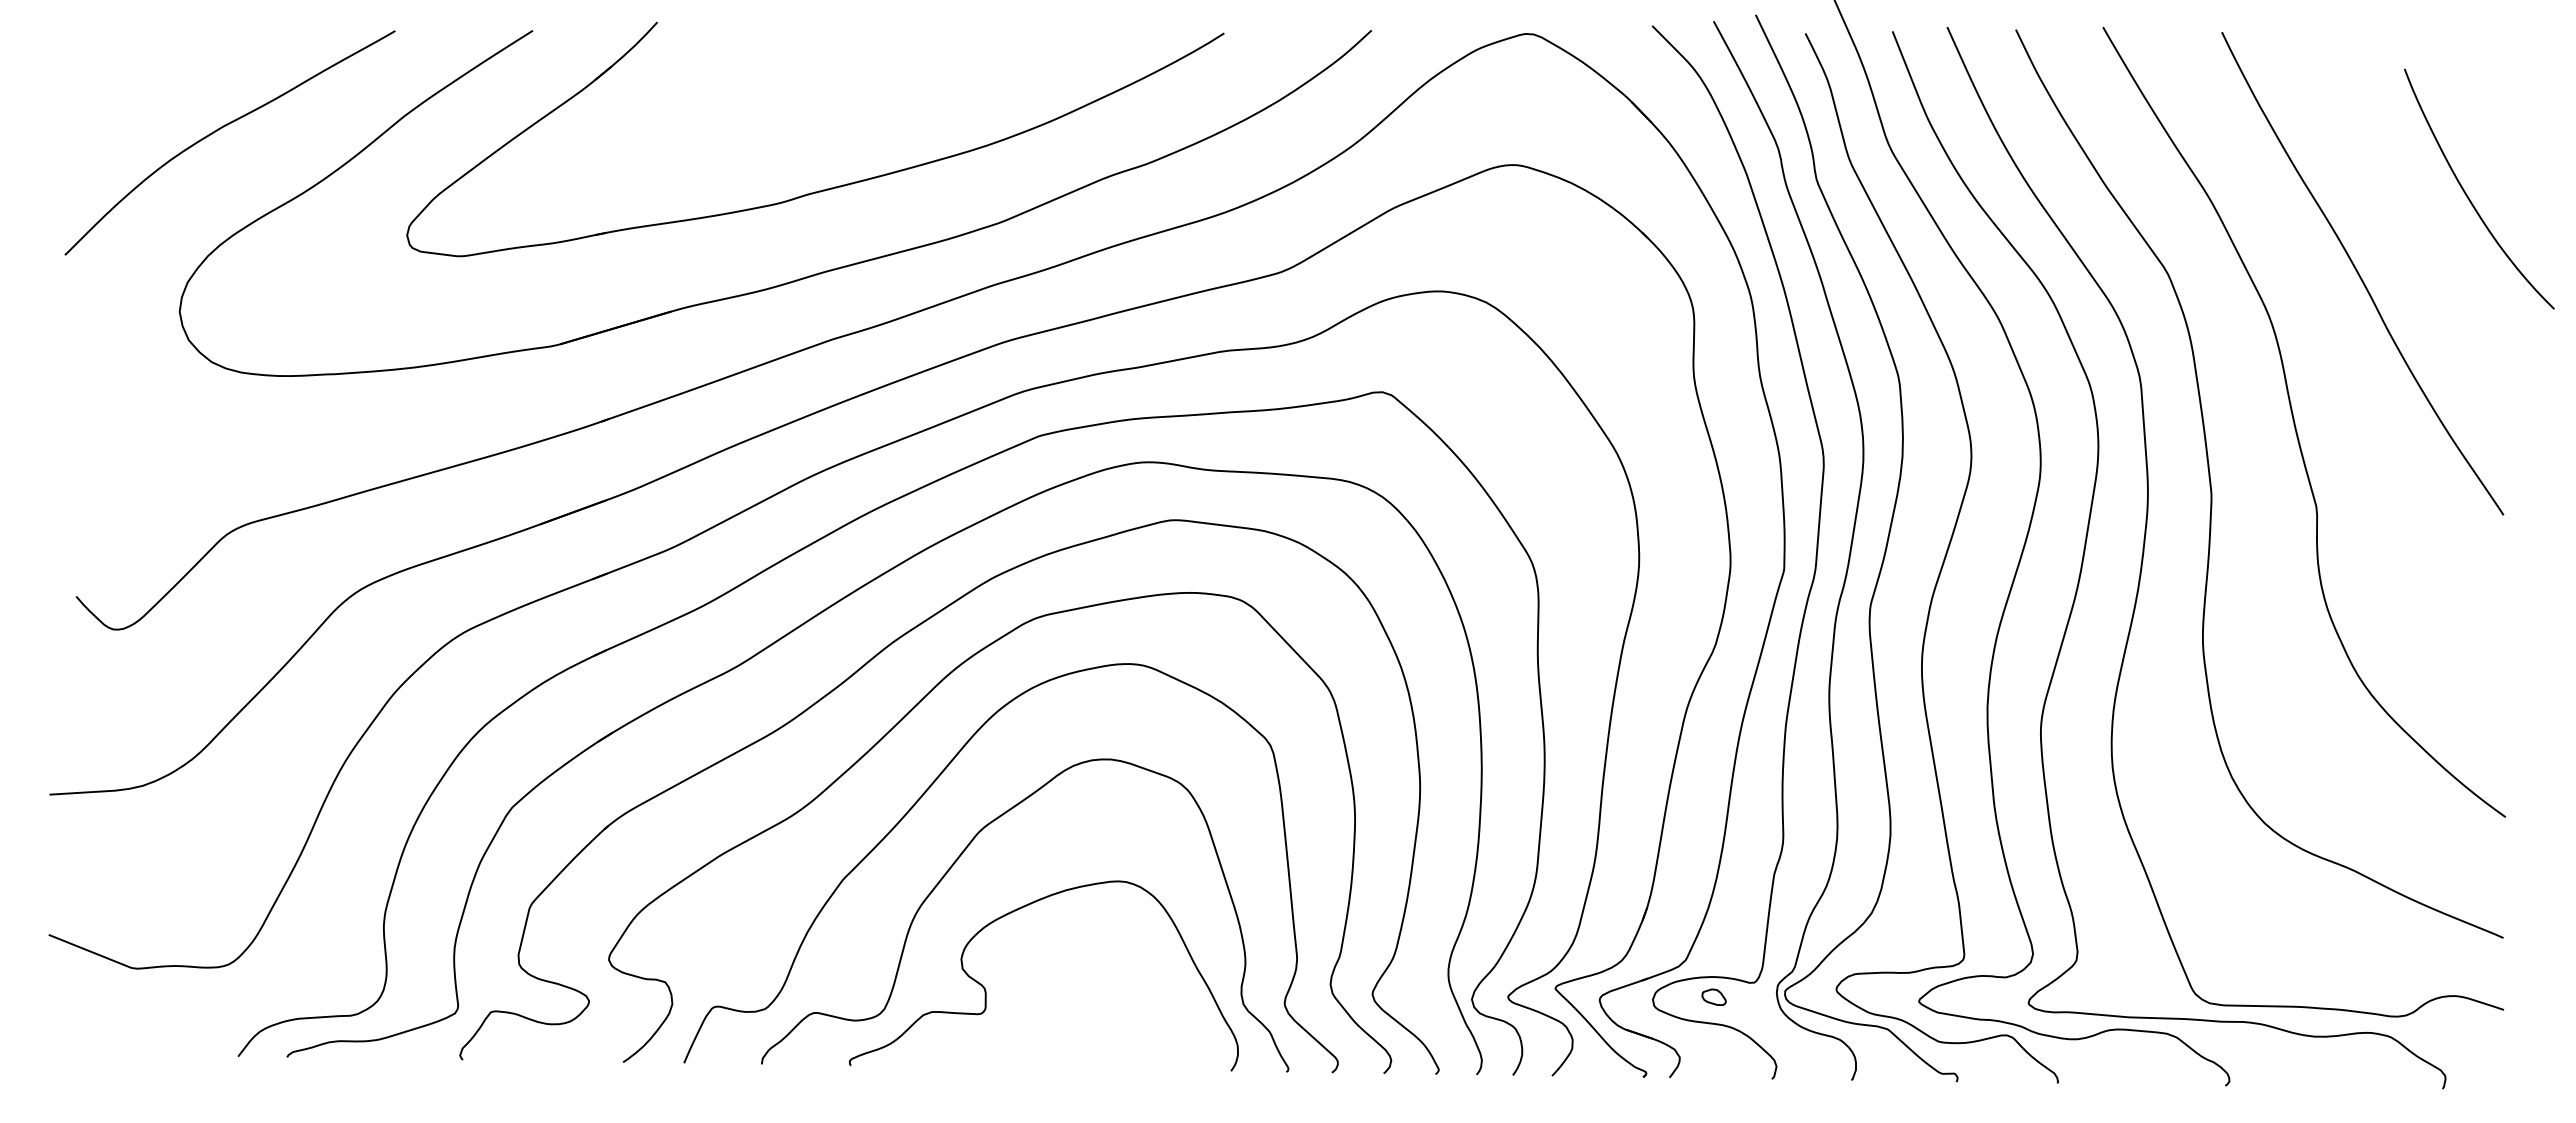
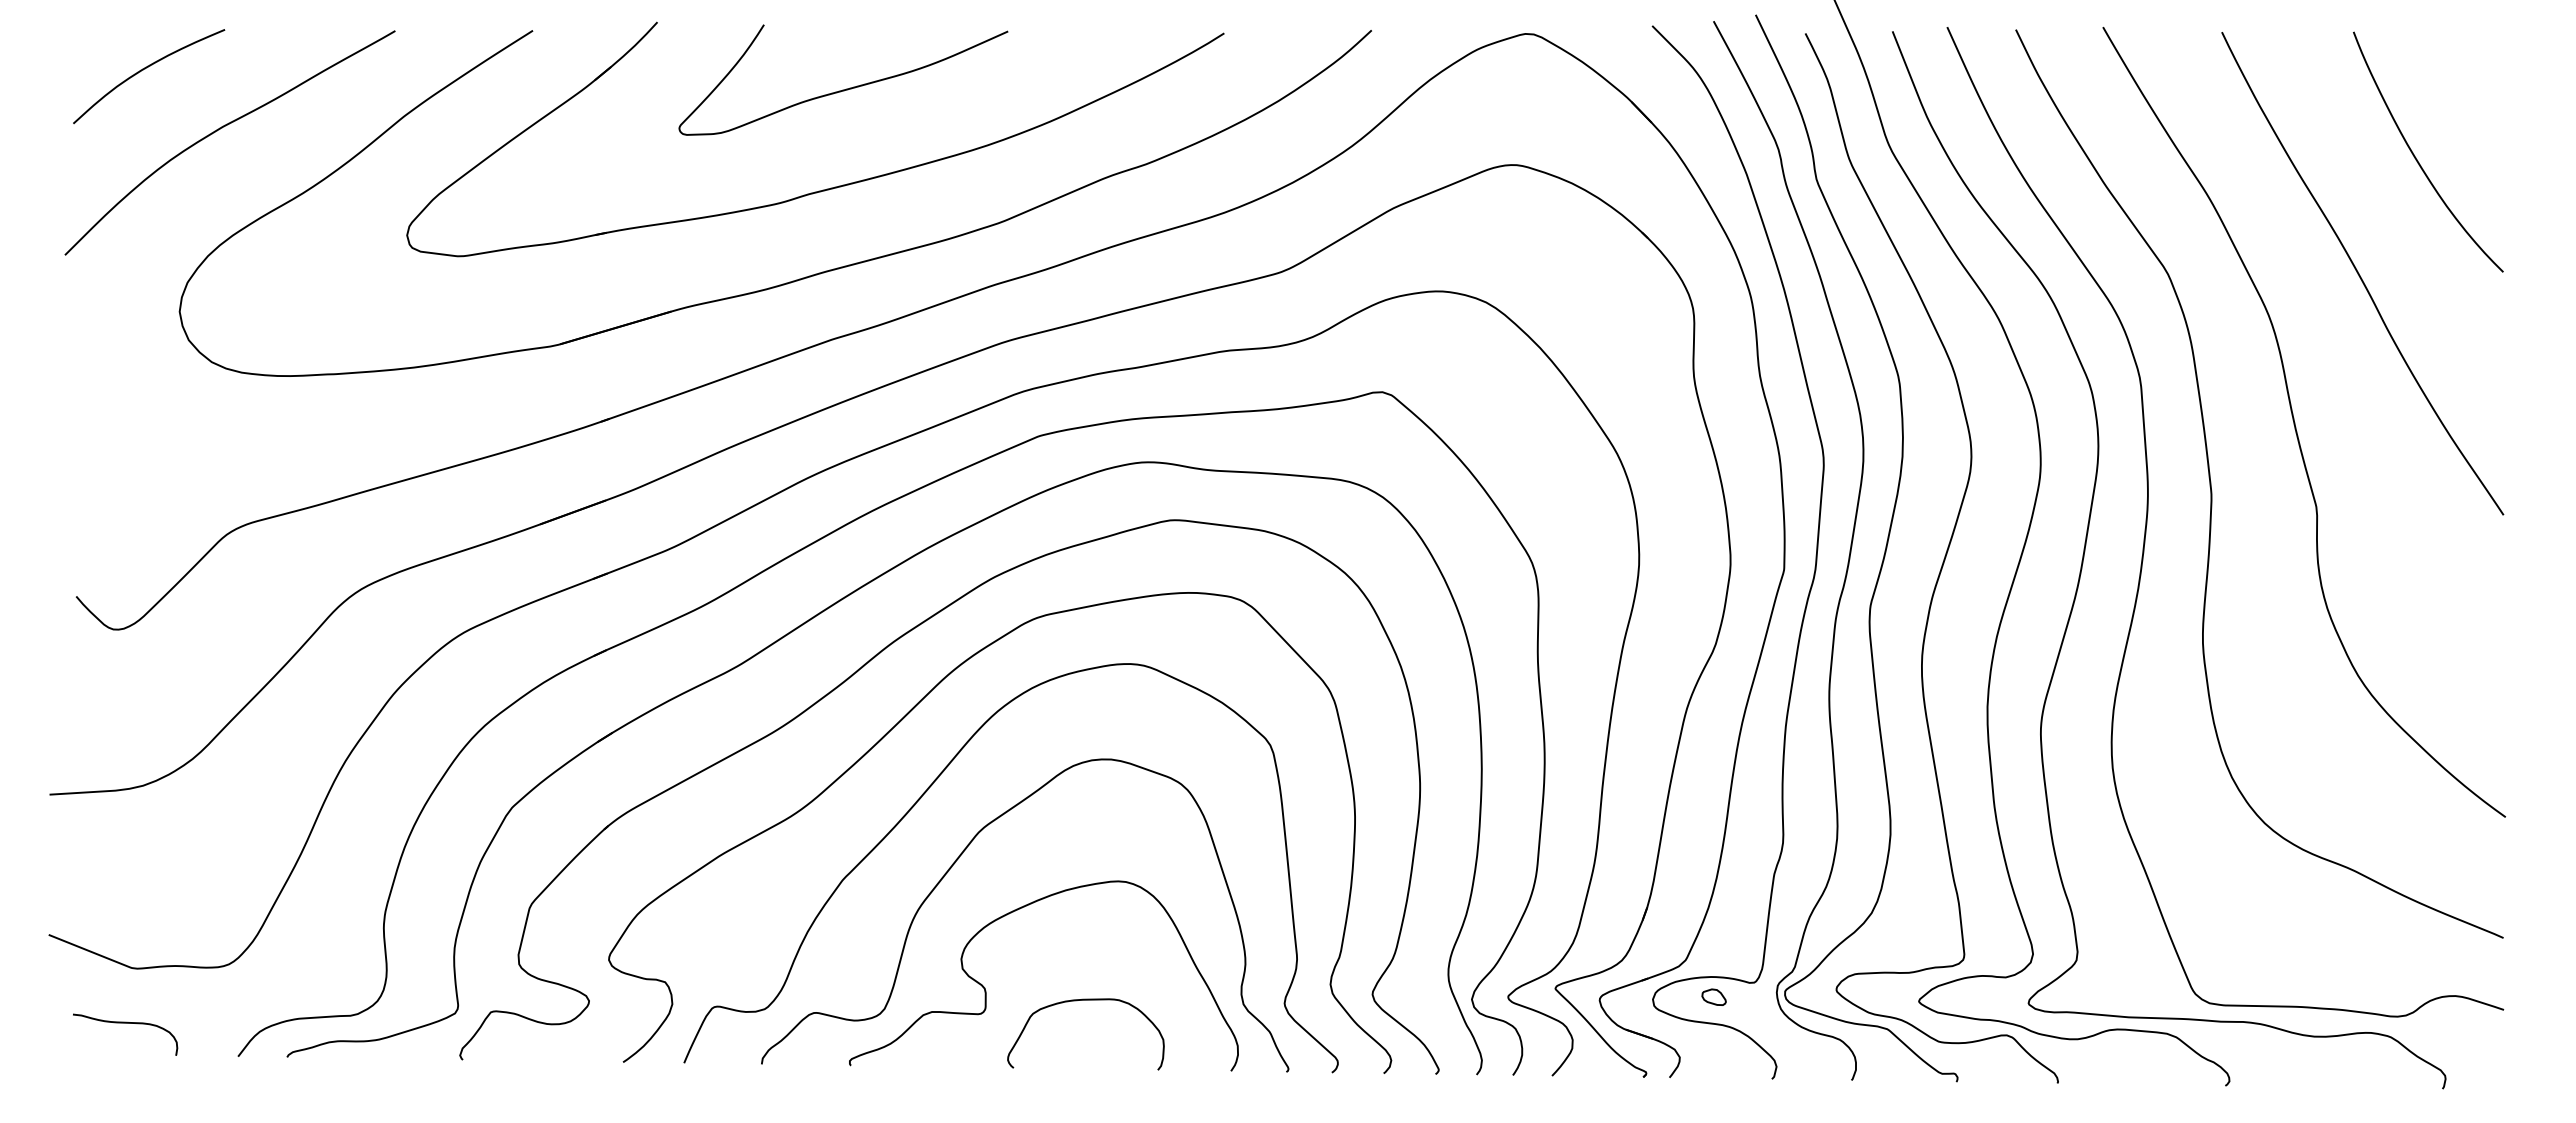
curve at (145, 69): none -> present
curve at (846, 88): none -> present
curve at (2467, 194) position: (2467, 194) -> (2416, 157)
curve at (1085, 1000): none -> present
curve at (125, 1023): none -> present
